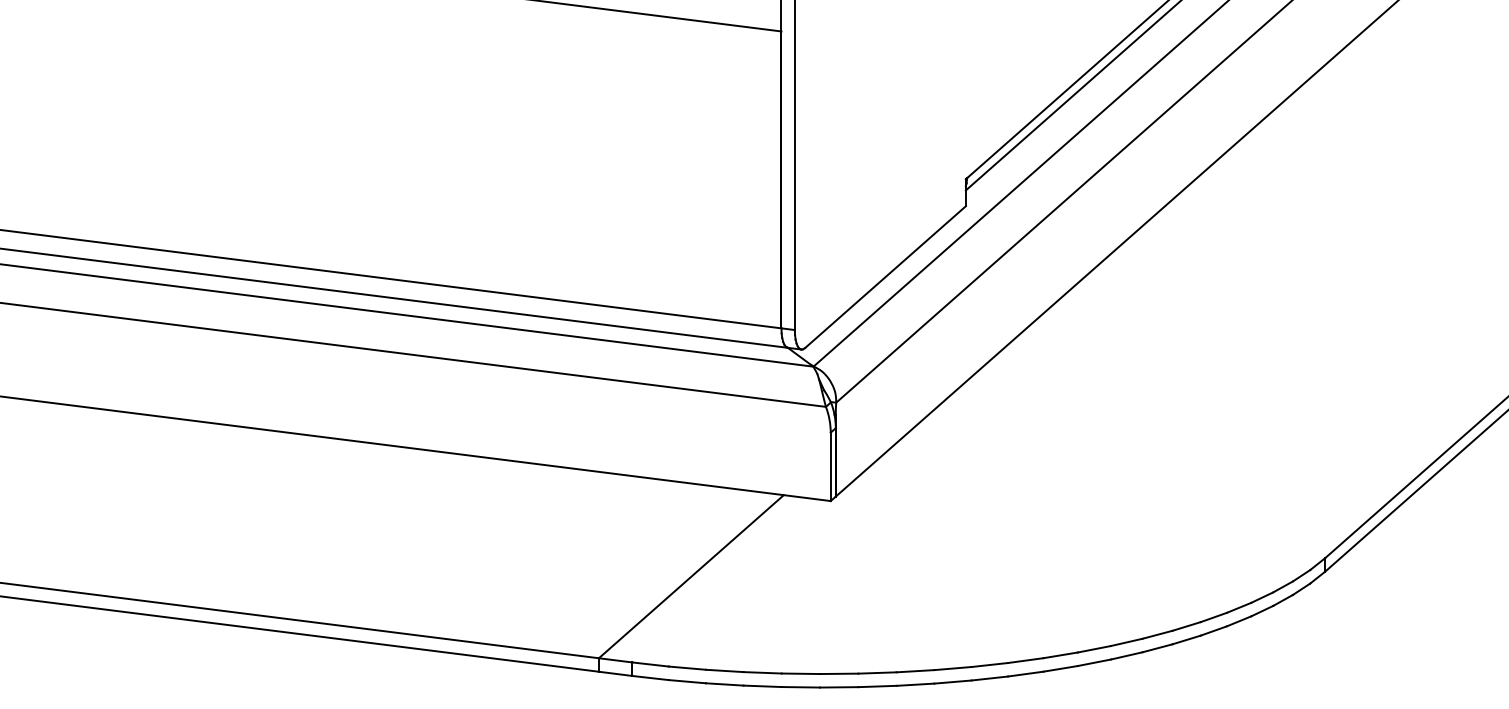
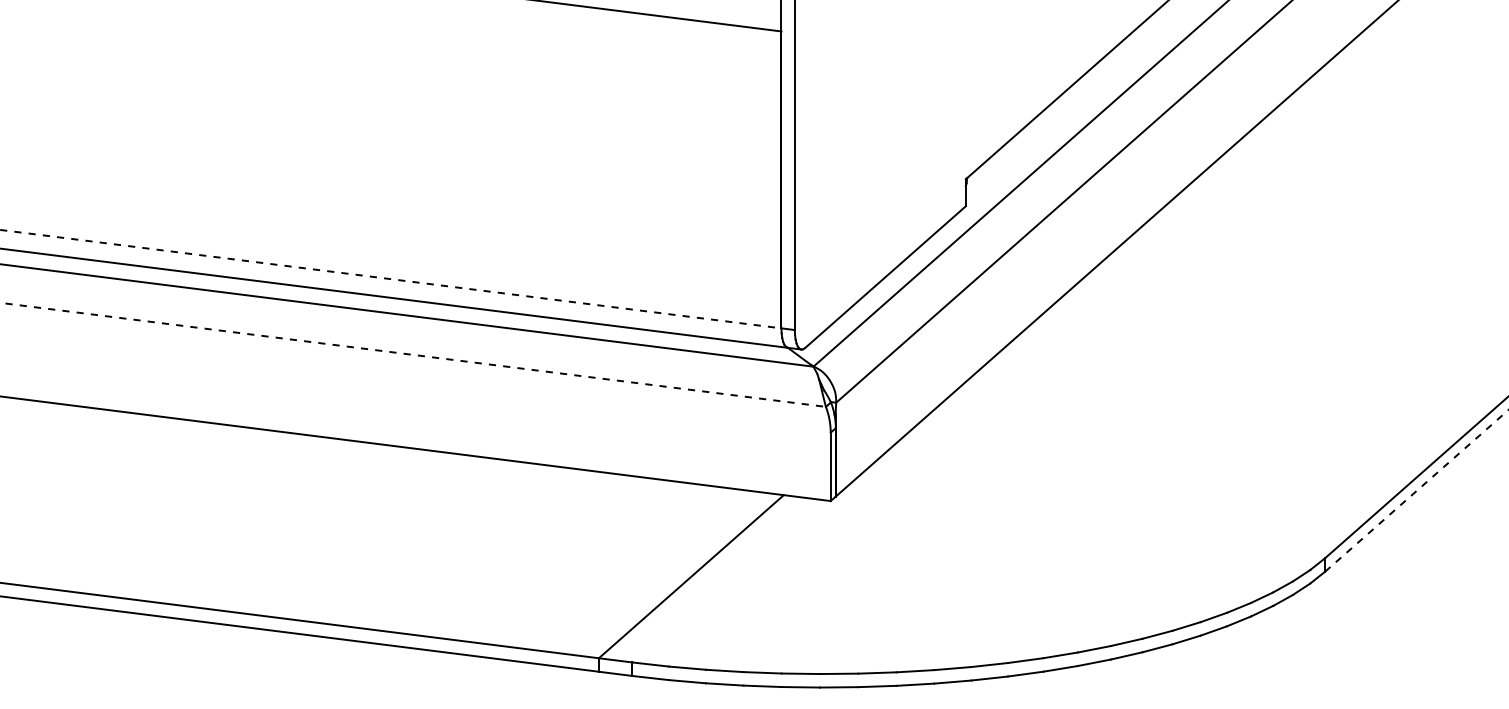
line at (1071, 96): present -> none
line at (391, 279): solid -> dashed
line at (413, 354): solid -> dashed
line at (1417, 490): solid -> dashed
